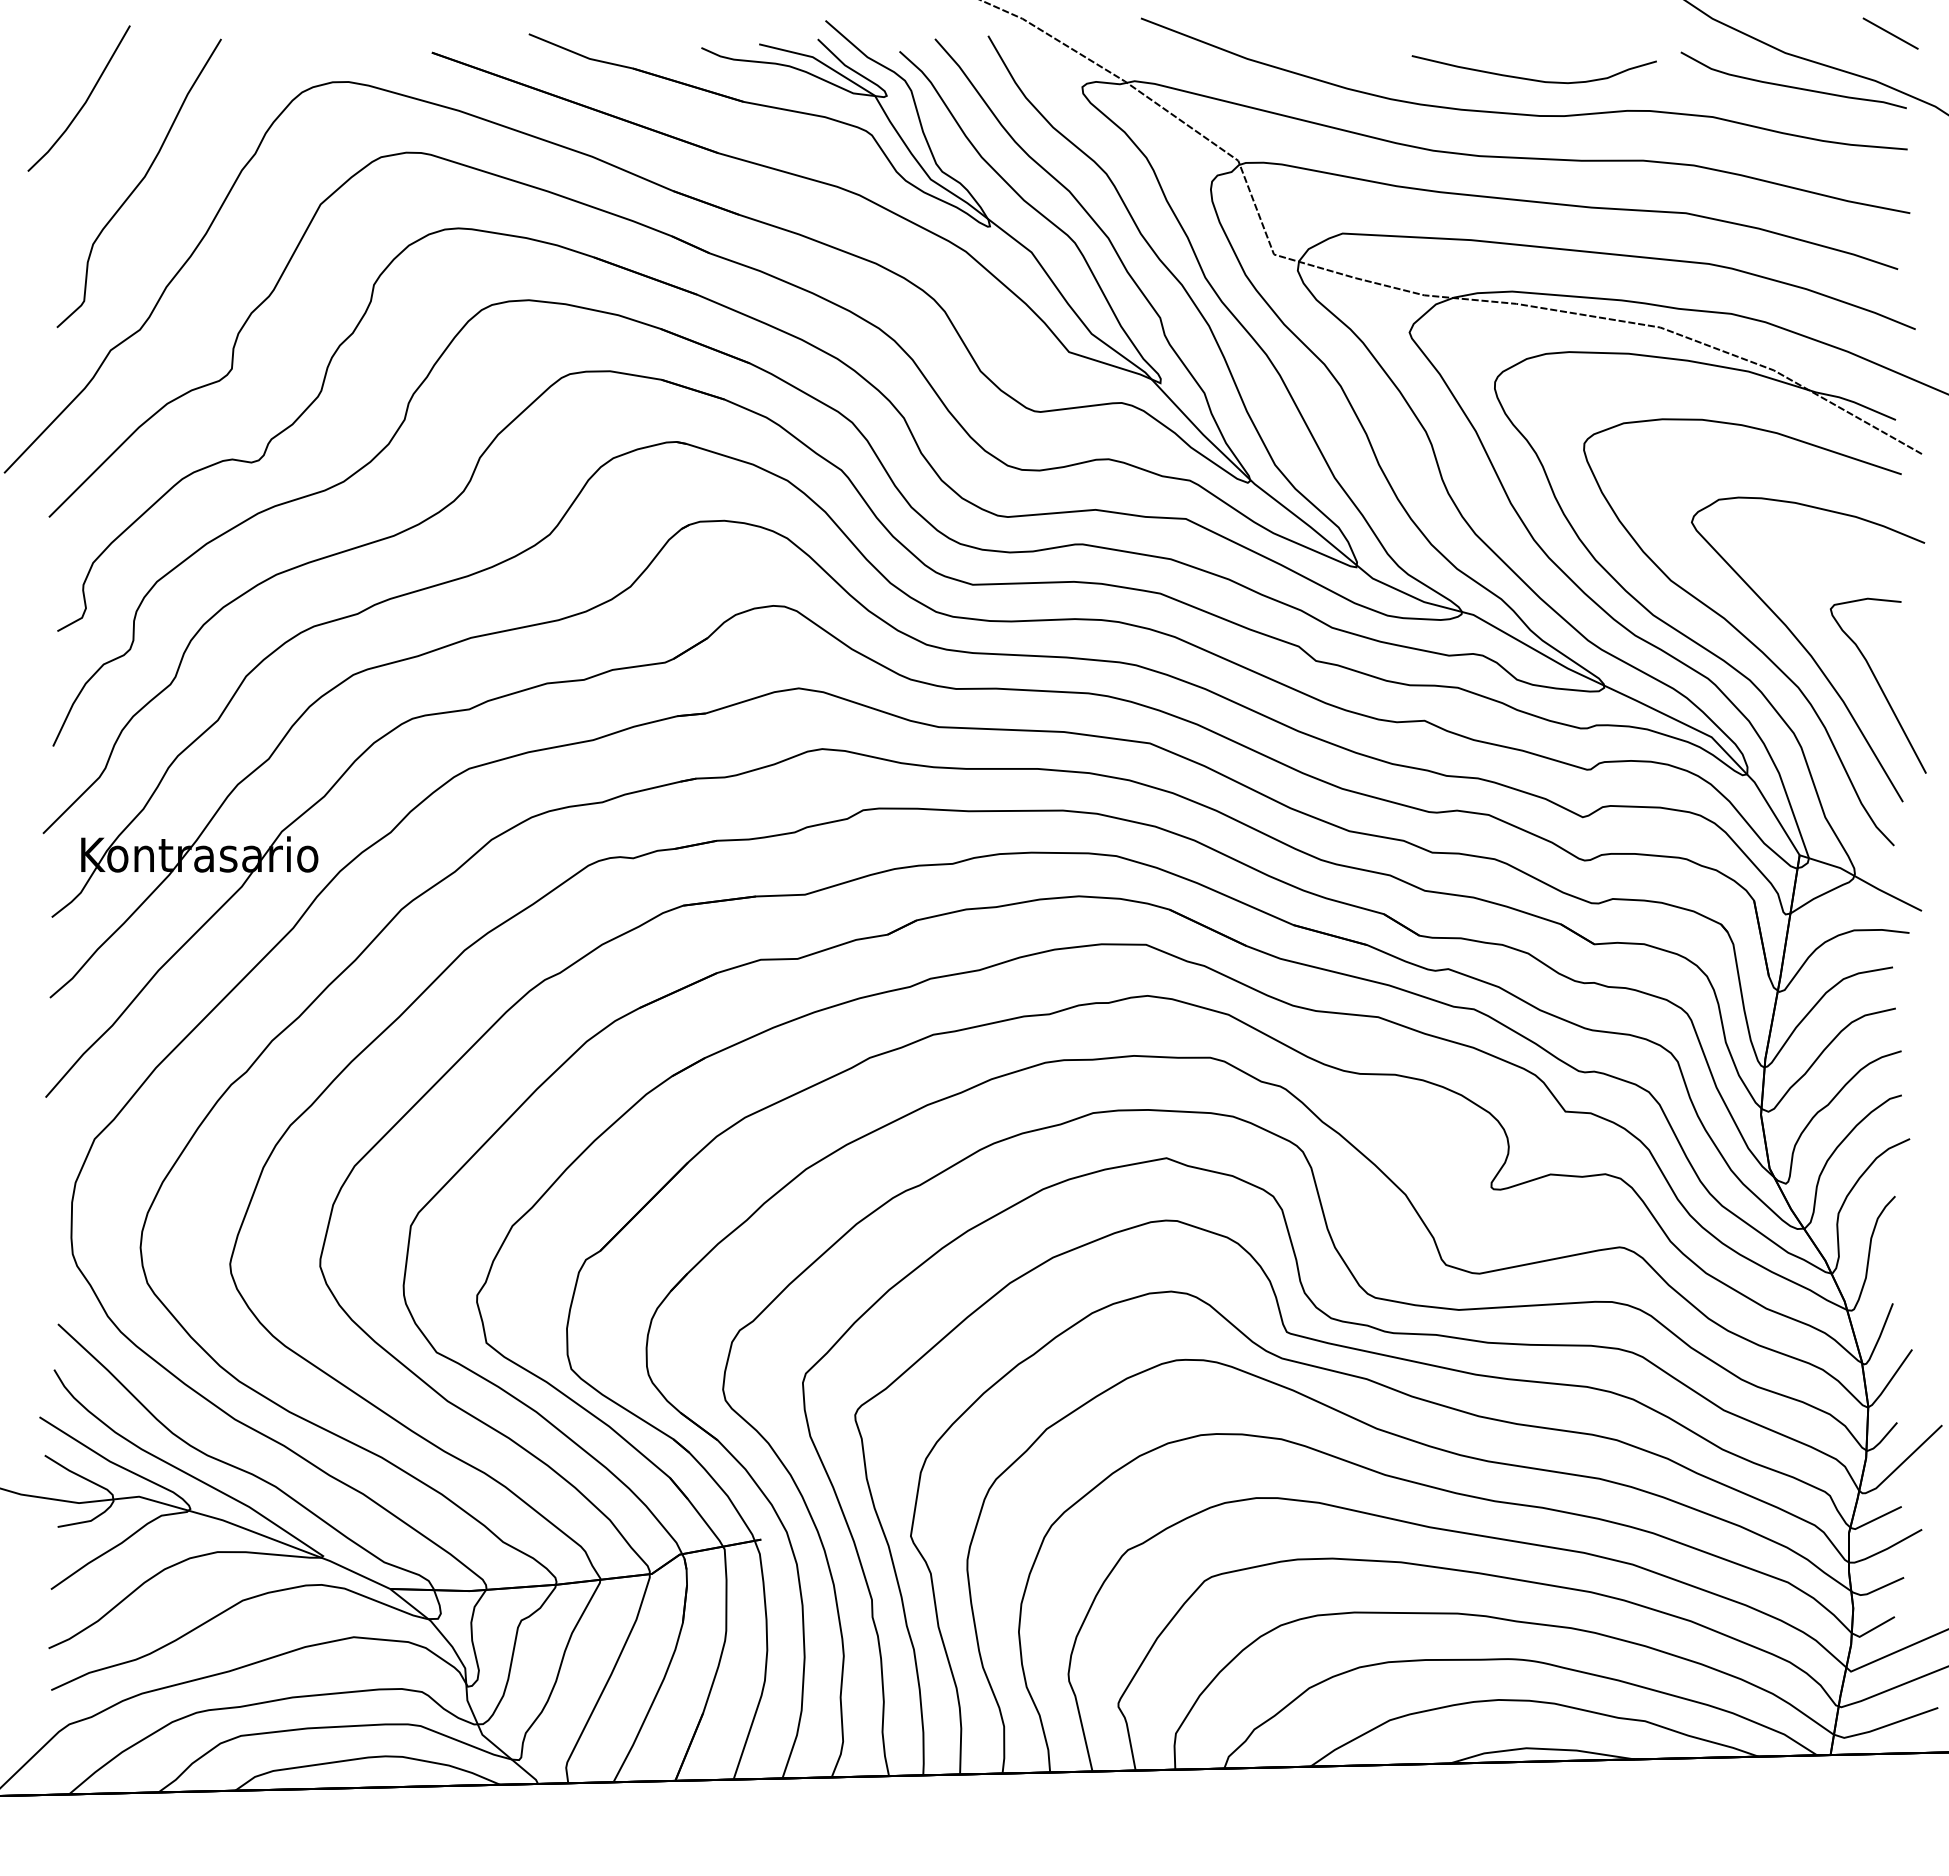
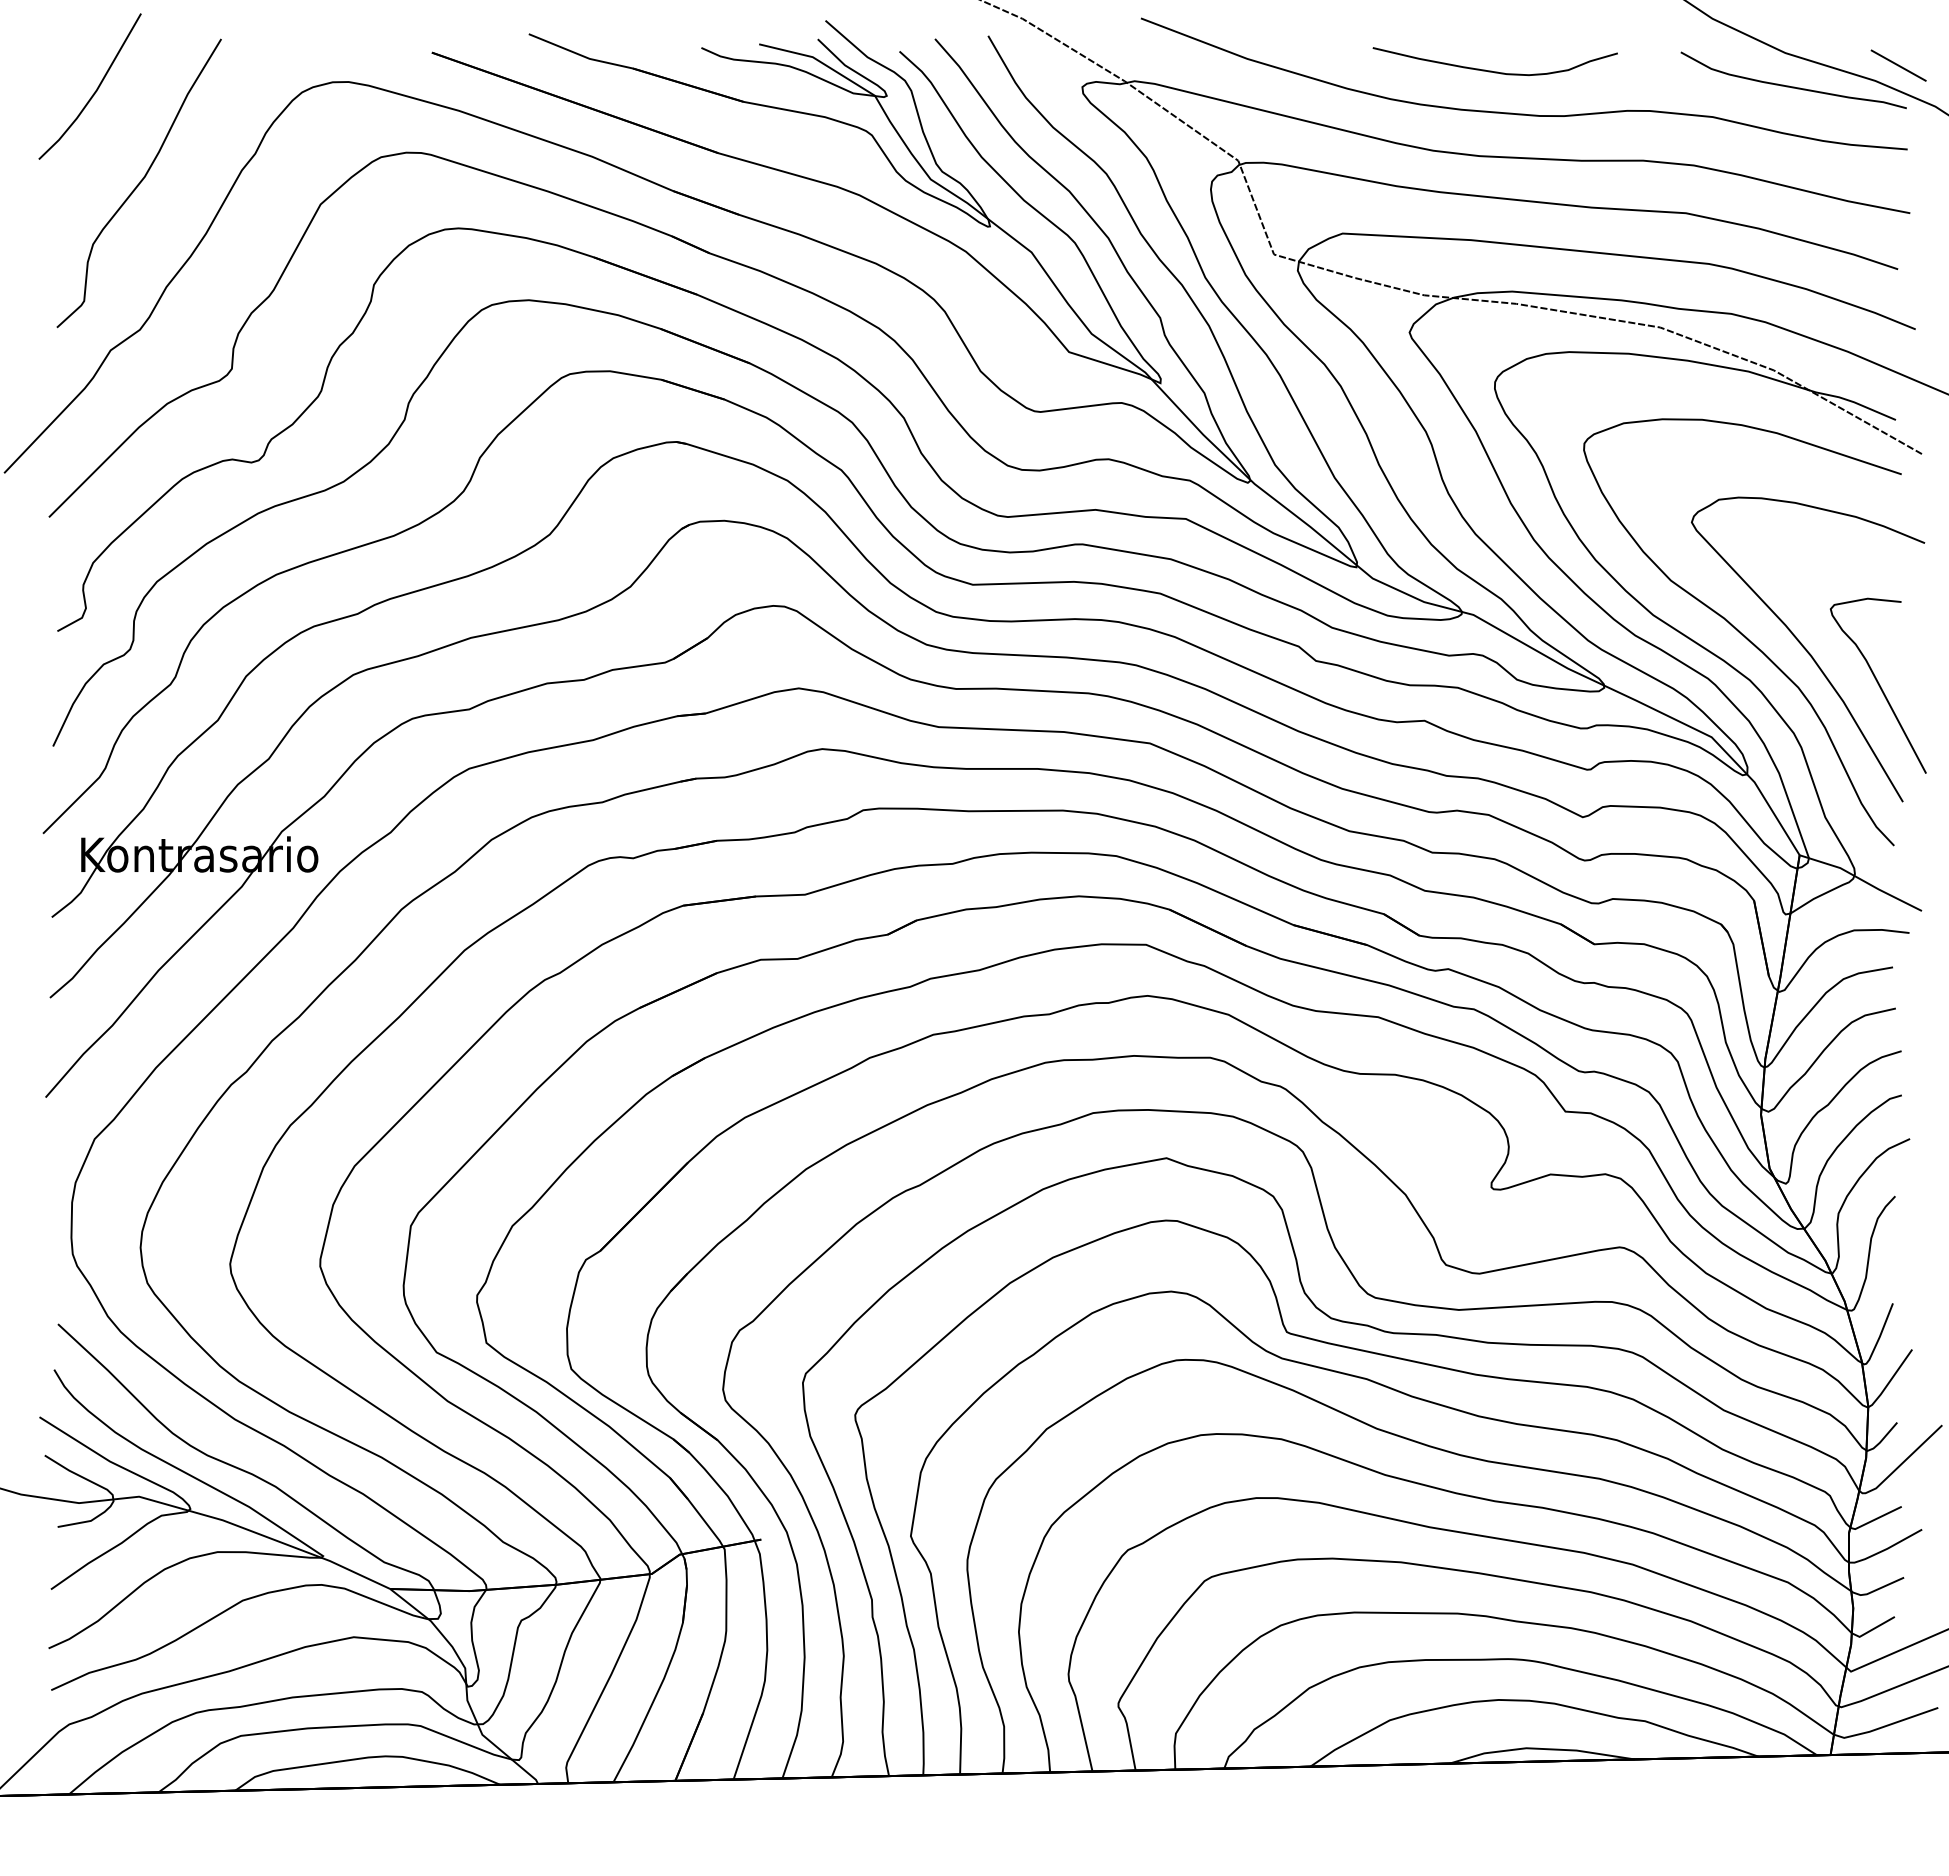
line at (1890, 33) position: (1890, 33) -> (1898, 65)
curve at (1530, 78) position: (1530, 78) -> (1491, 70)
line at (83, 103) position: (83, 103) -> (94, 91)
